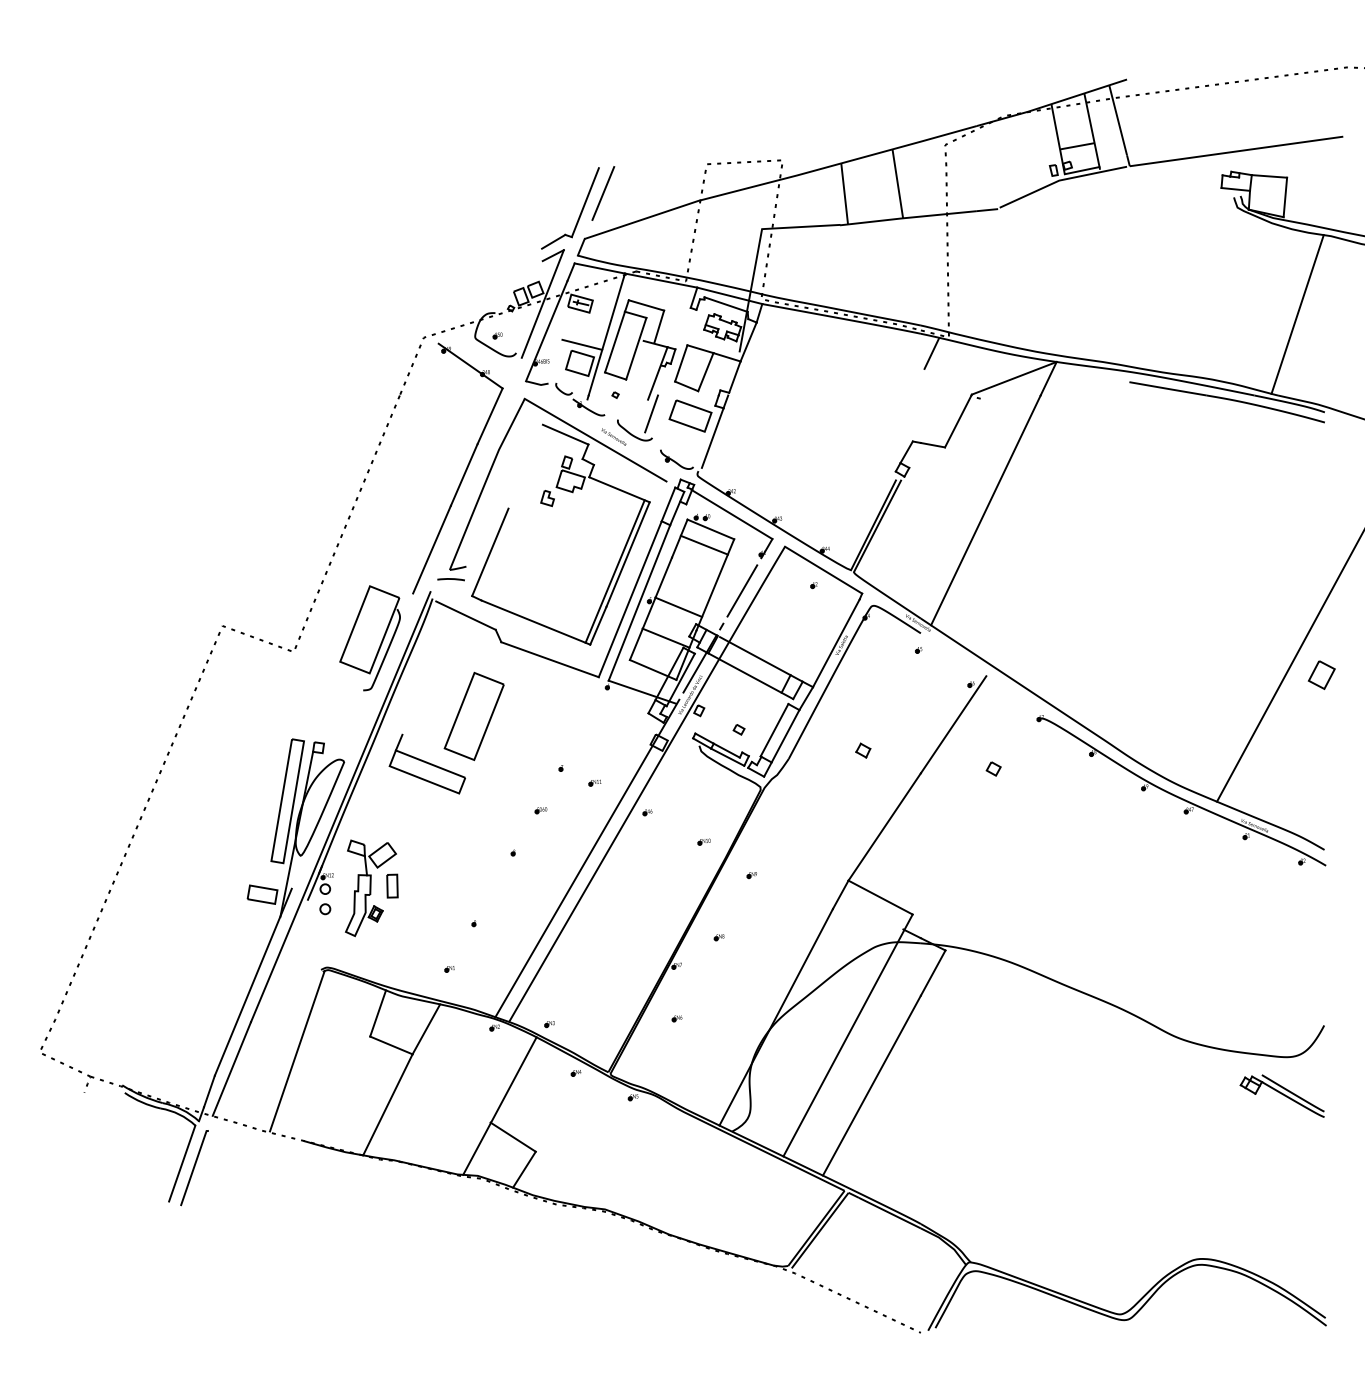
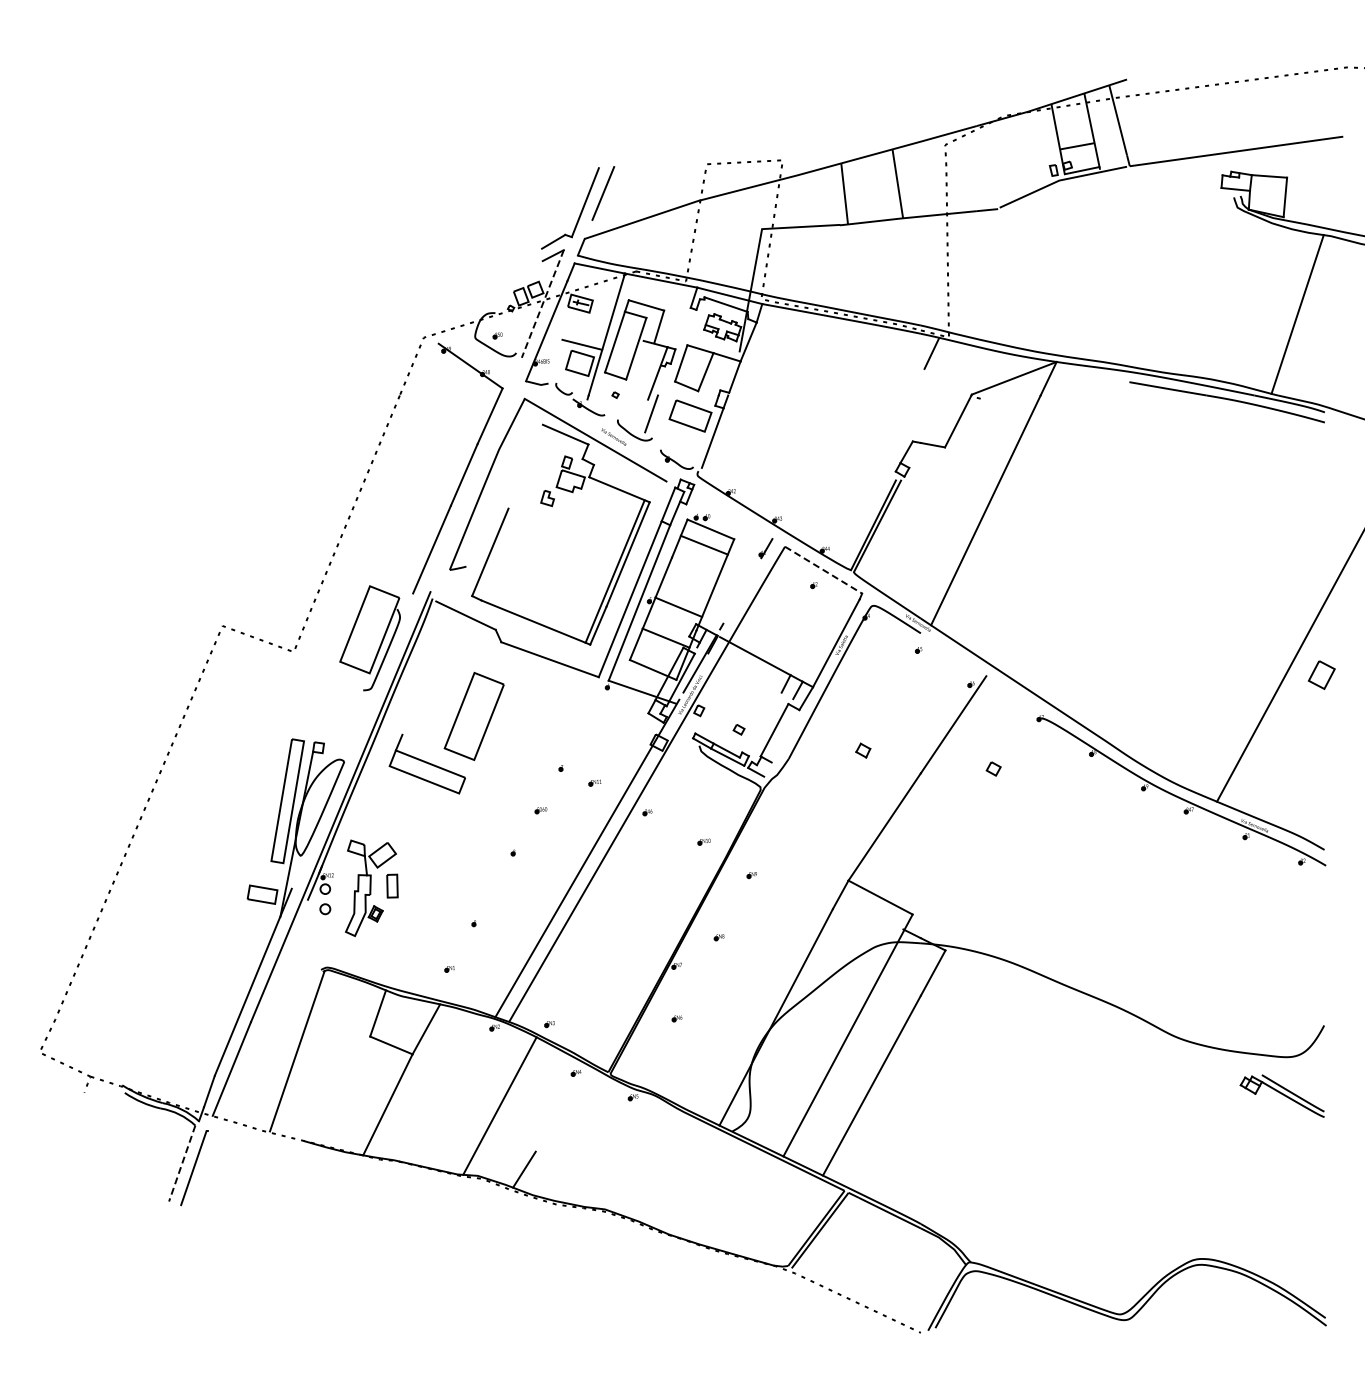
line at (542, 304): solid -> dashed
line at (731, 514): present -> none
line at (824, 570): solid -> dashed
line at (450, 579): present -> none
line at (742, 590): present -> none
line at (745, 673): present -> none
line at (781, 743): present -> none
line at (512, 1136): present -> none
line at (182, 1164): solid -> dashed
